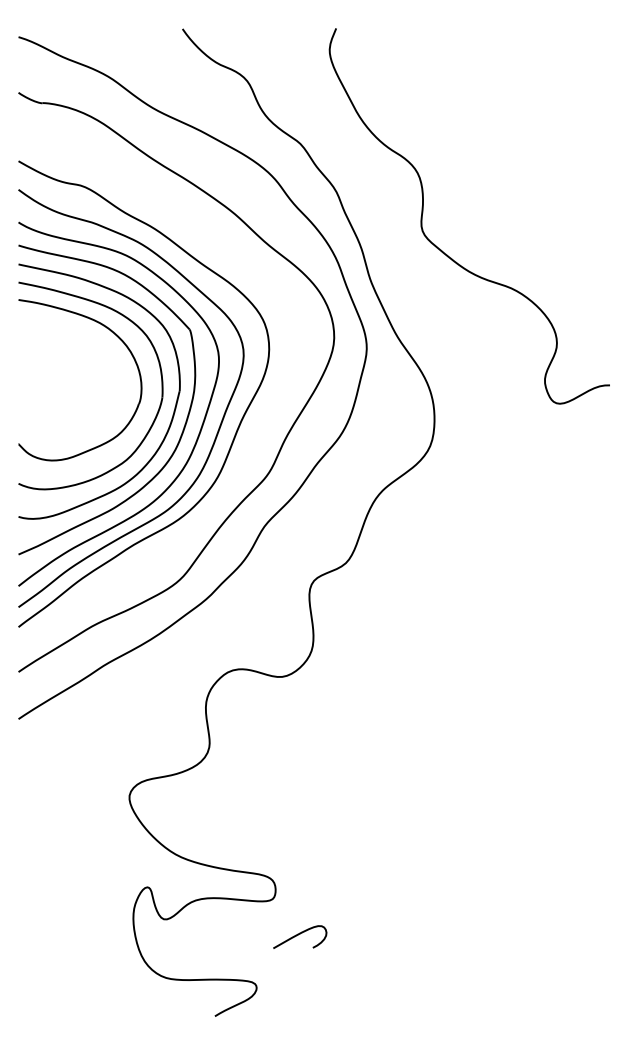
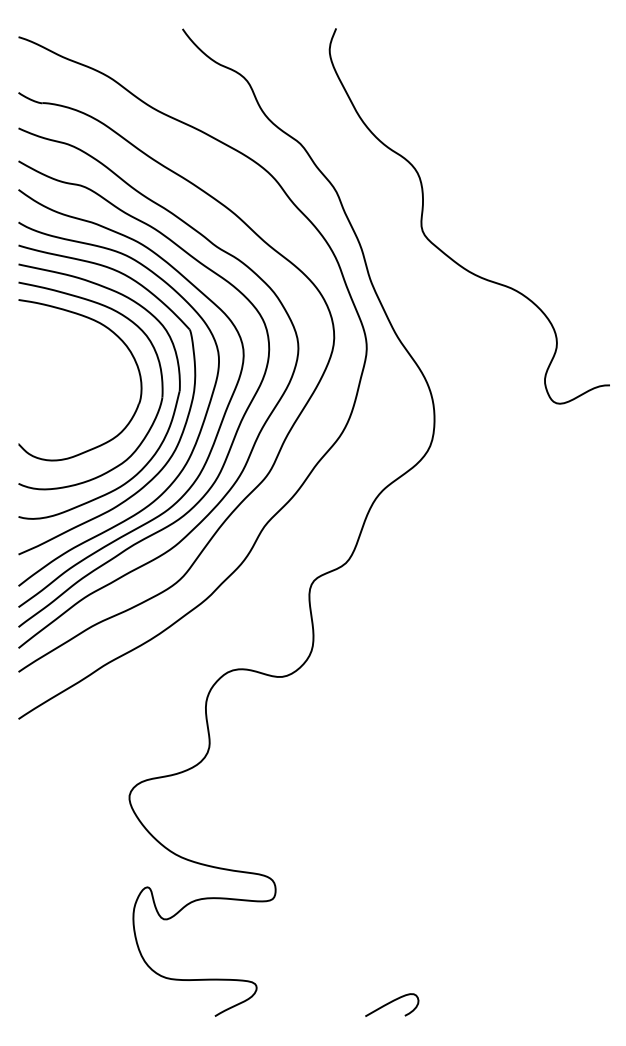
curve at (256, 437): none -> present
curve at (300, 934) position: (300, 934) -> (392, 1002)
